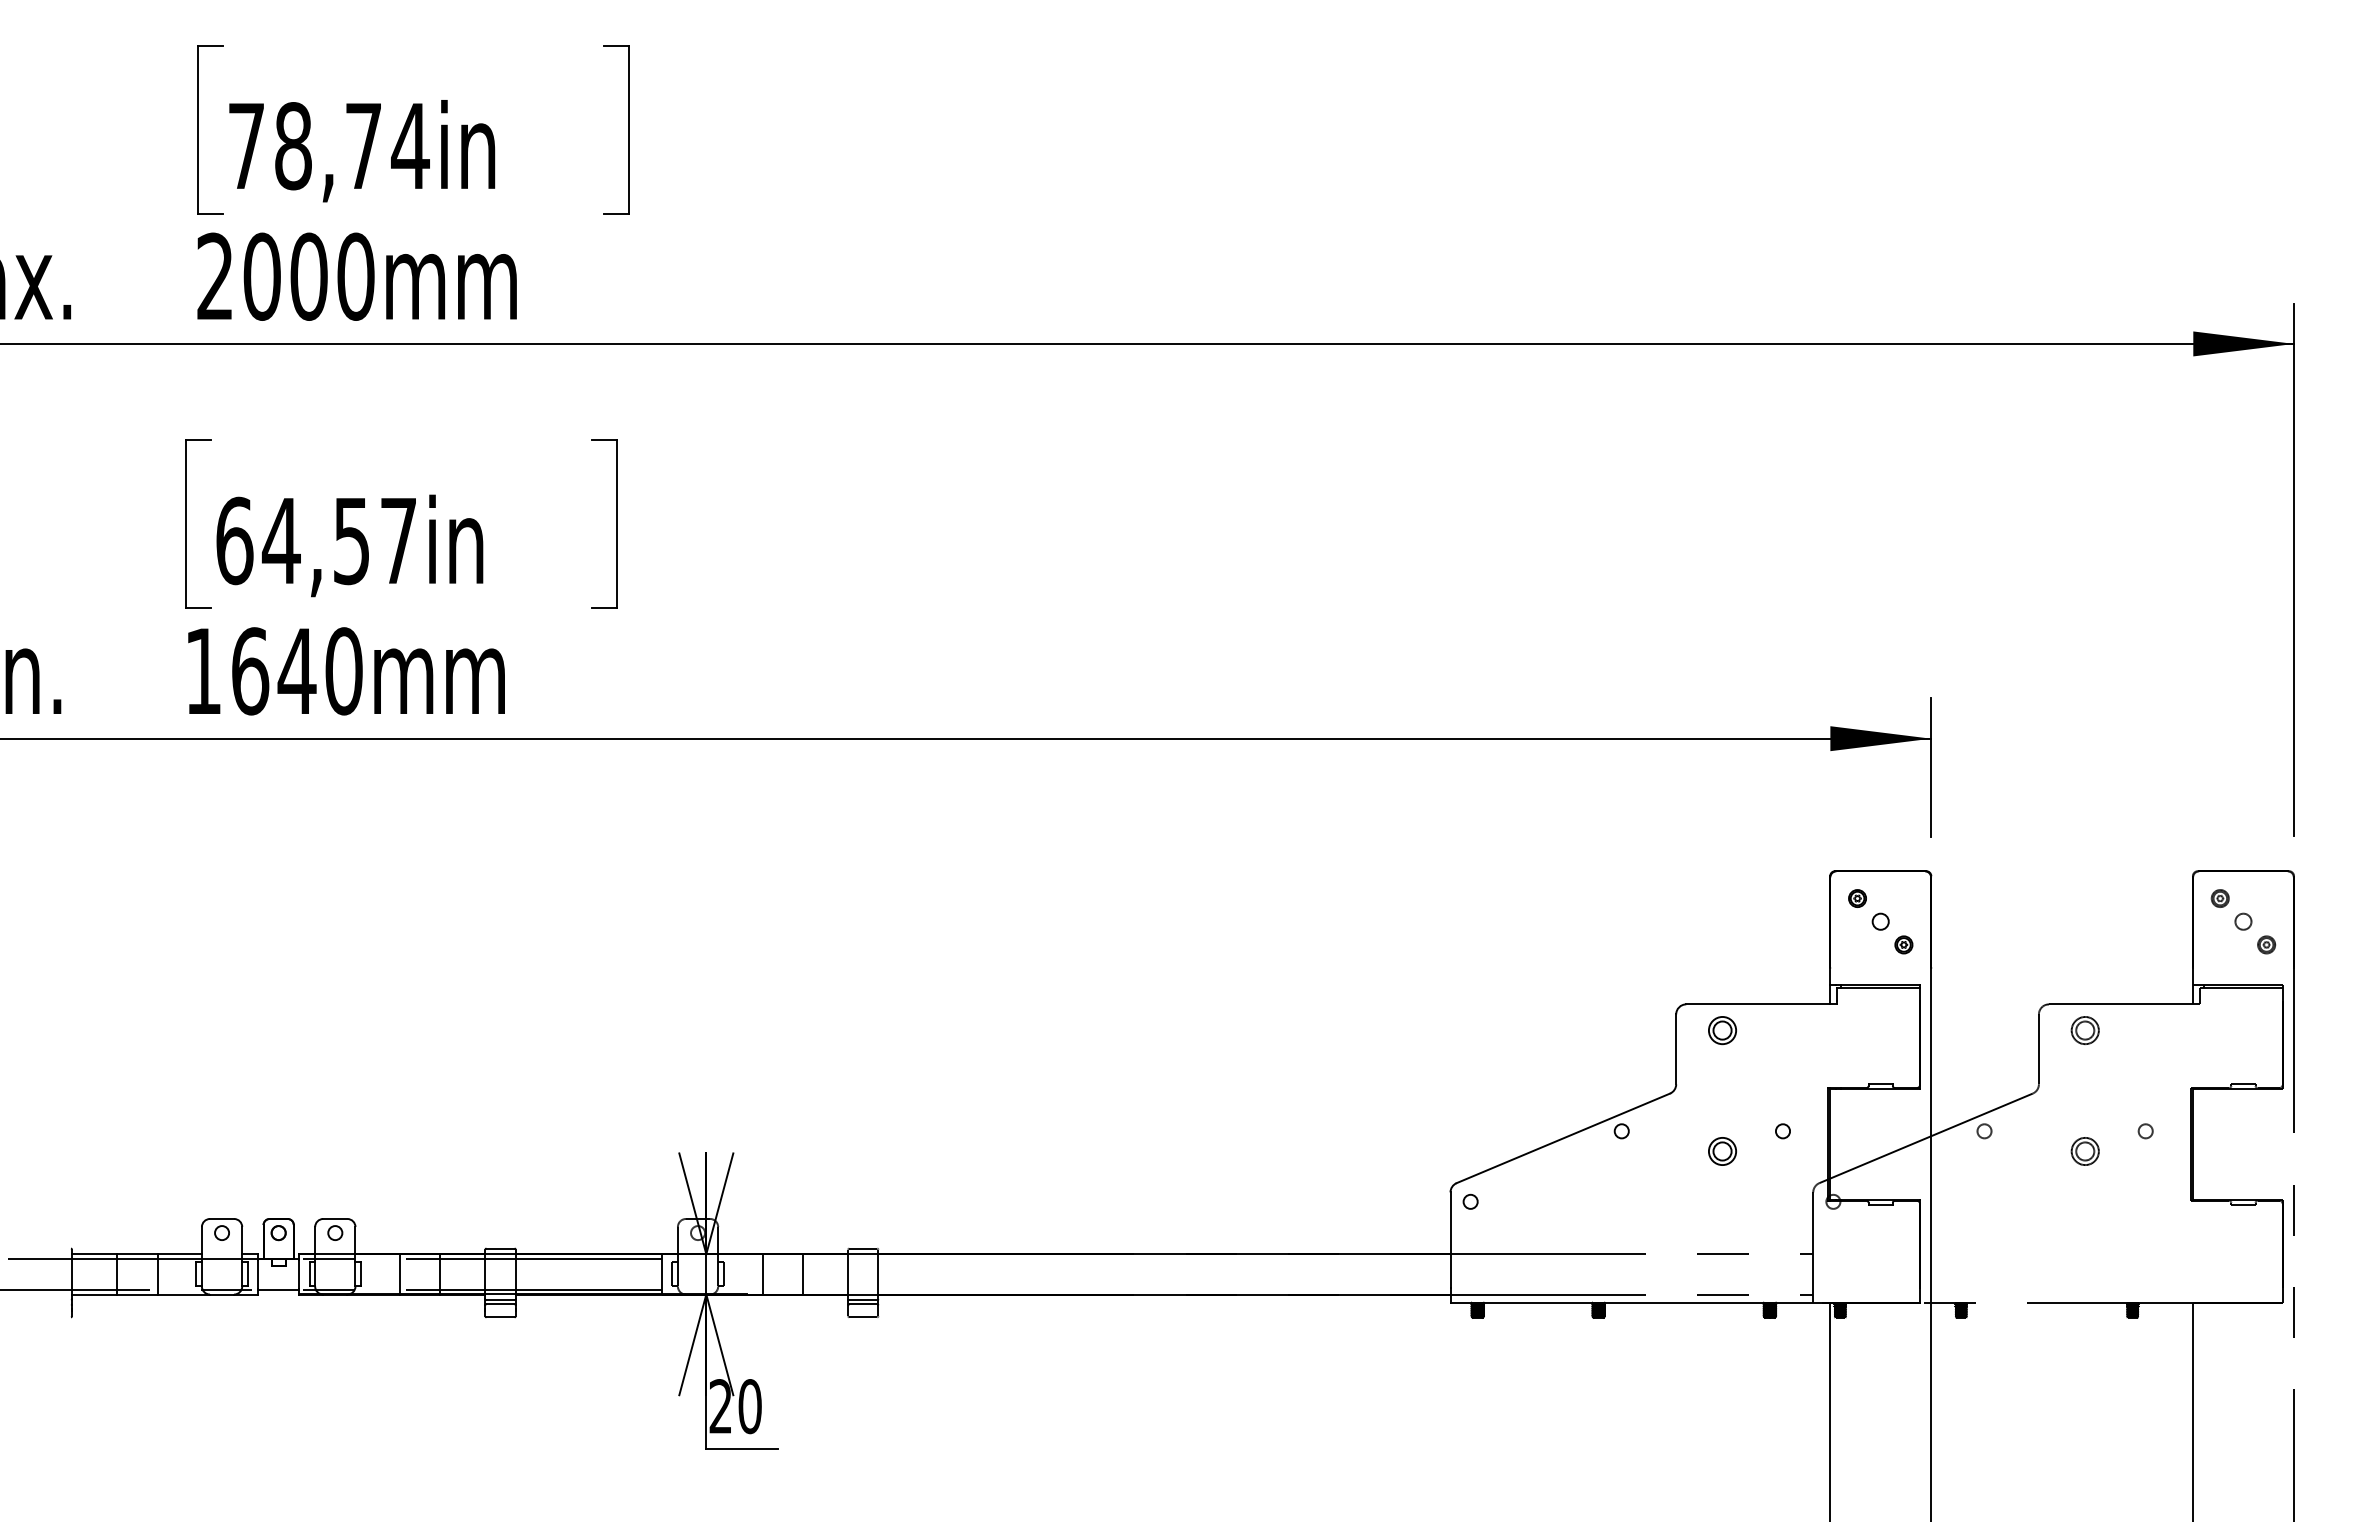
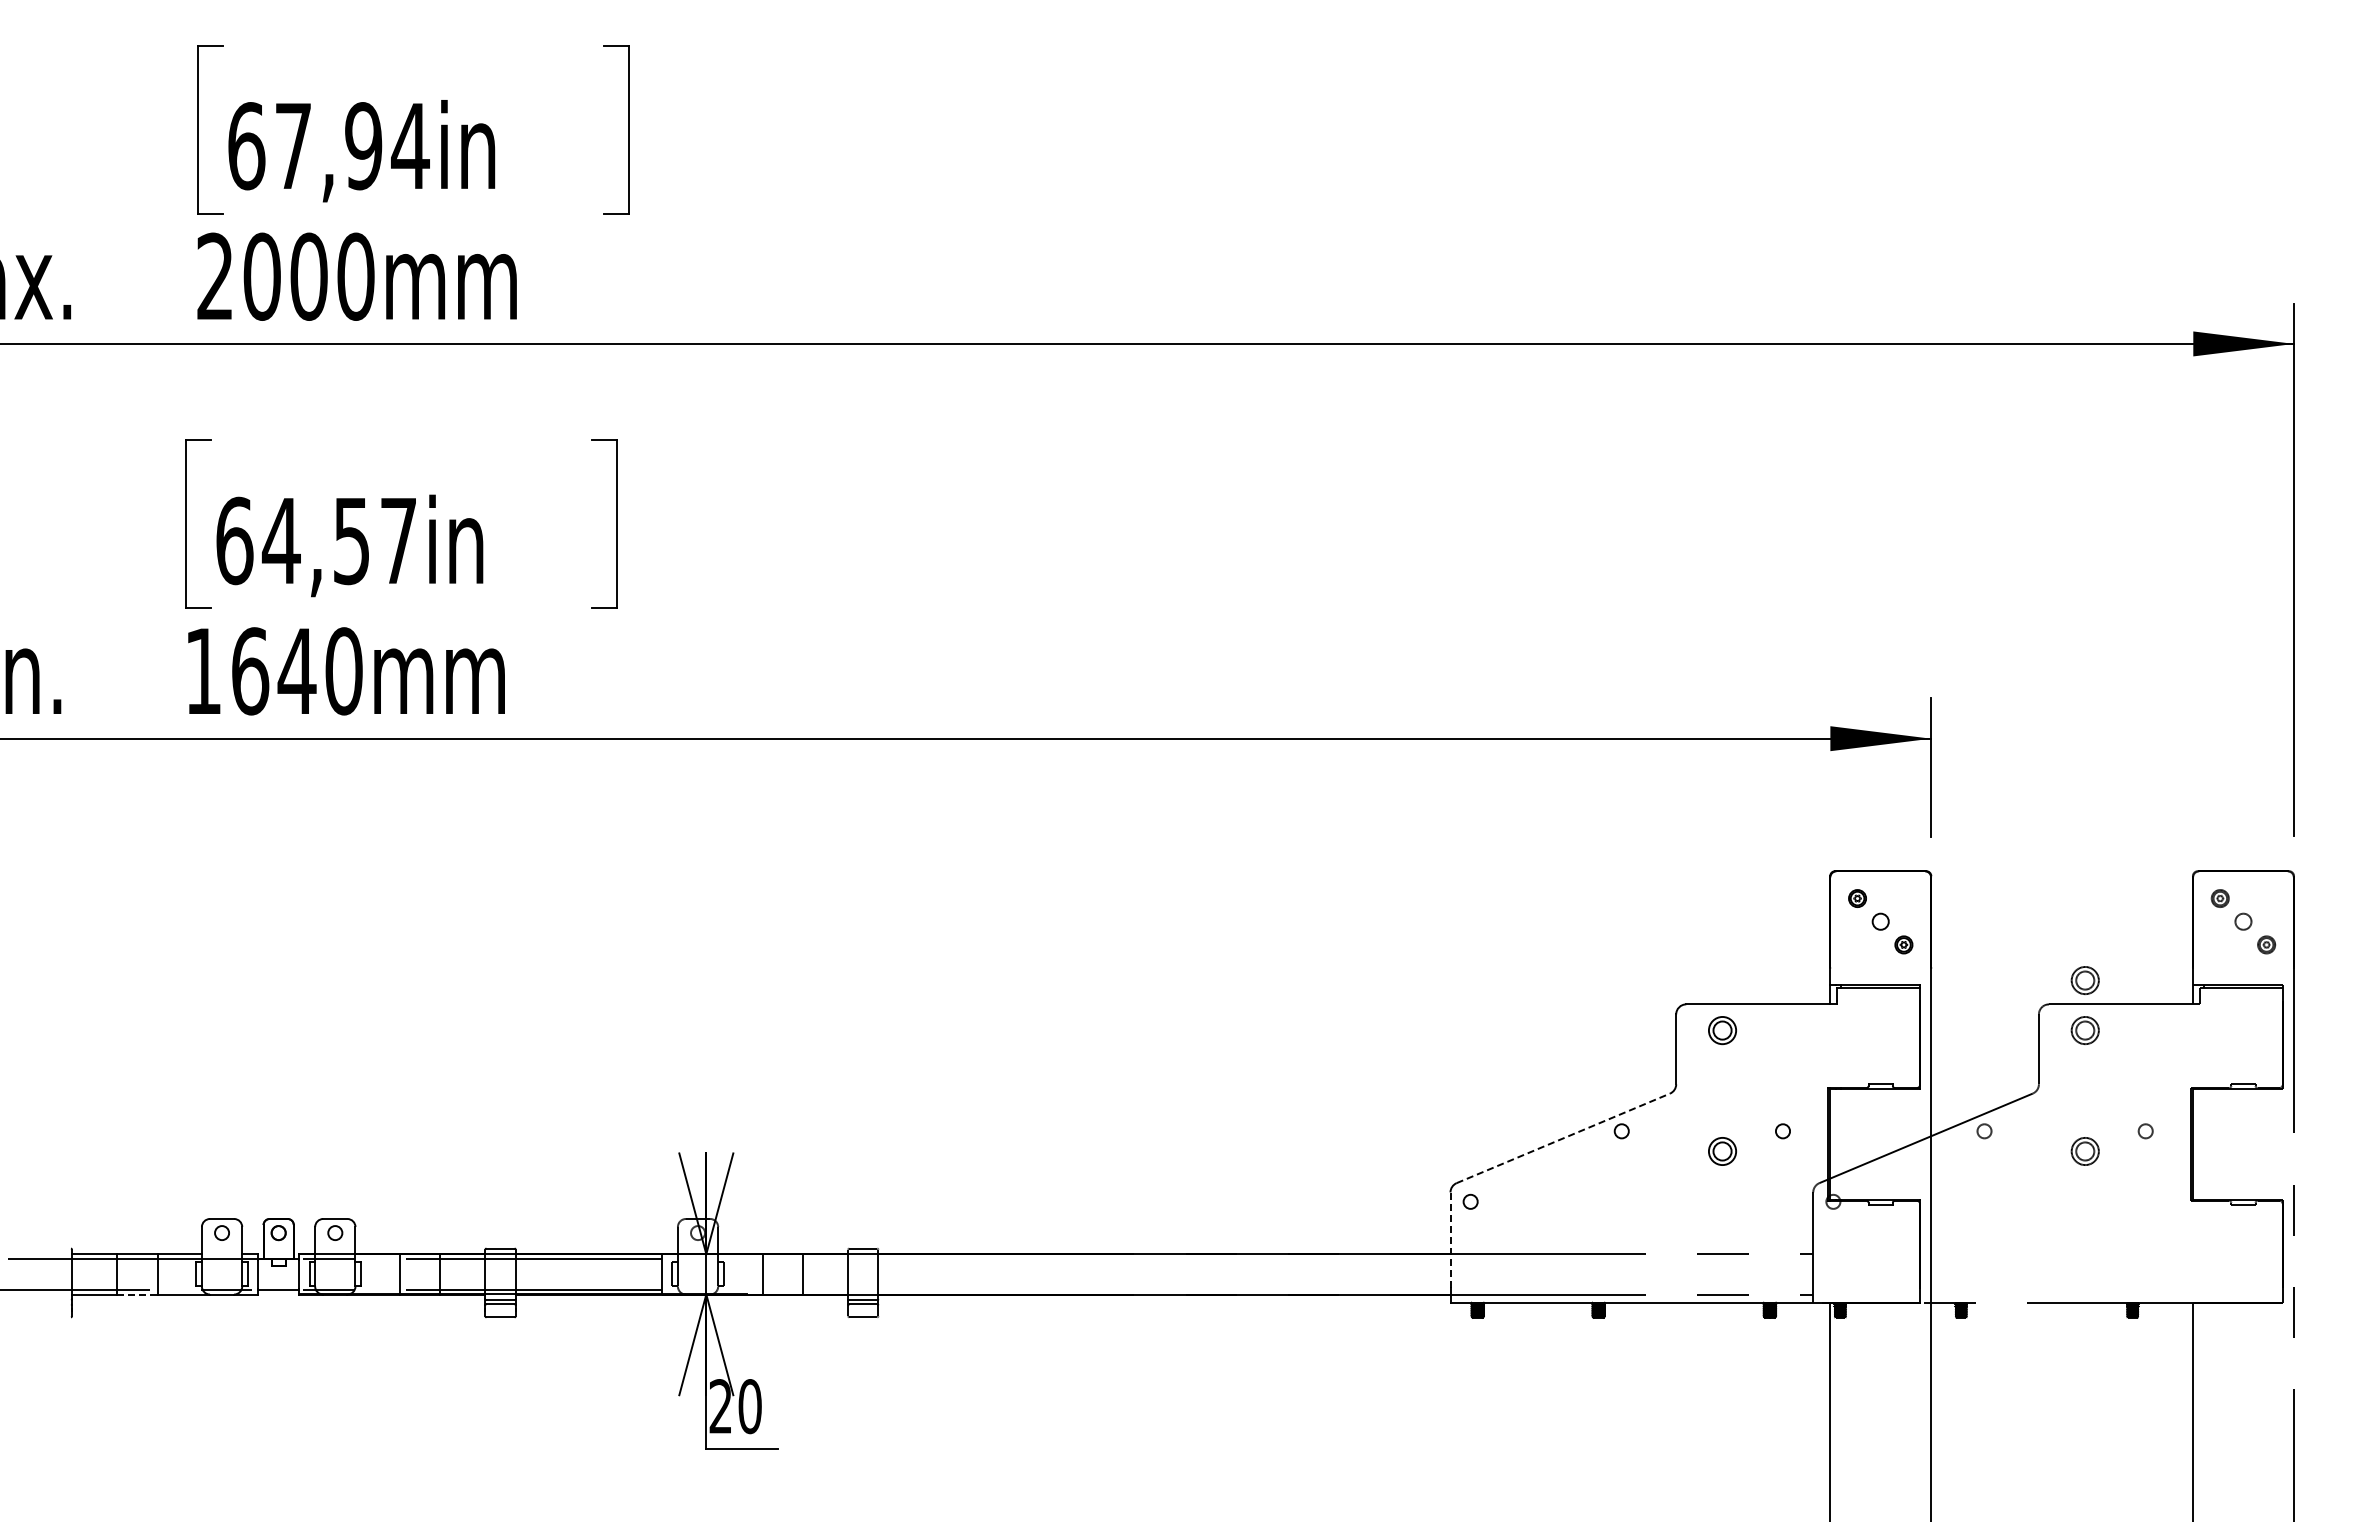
text at (305, 146): 78,74in -> 67,94in
part at (2084, 980): none -> present
line at (1563, 1138): solid -> dashed
line at (1450, 1240): solid -> dashed
line at (137, 1294): solid -> dashed
